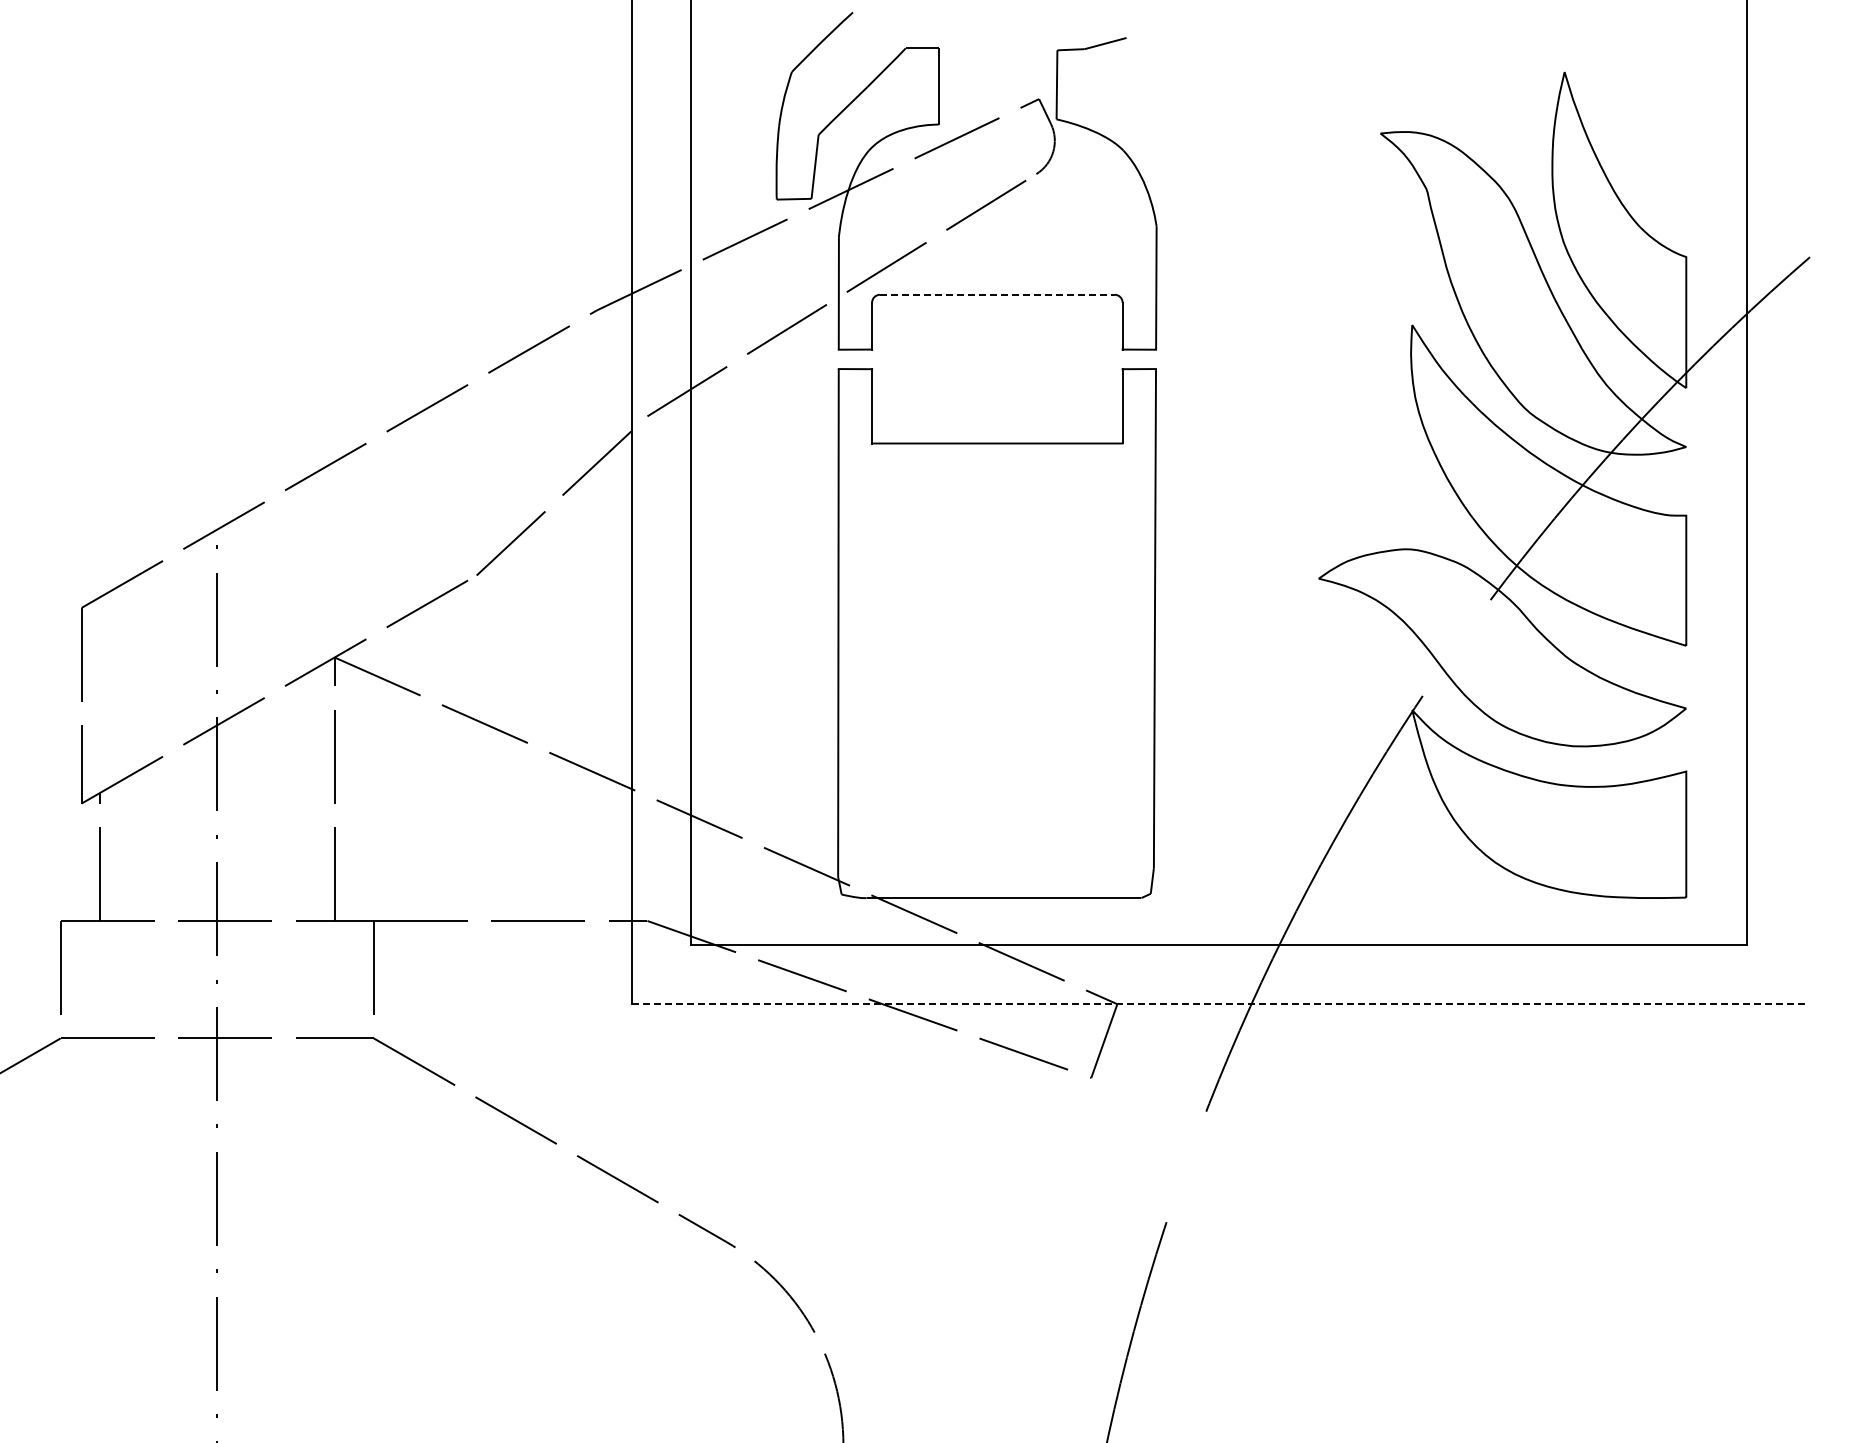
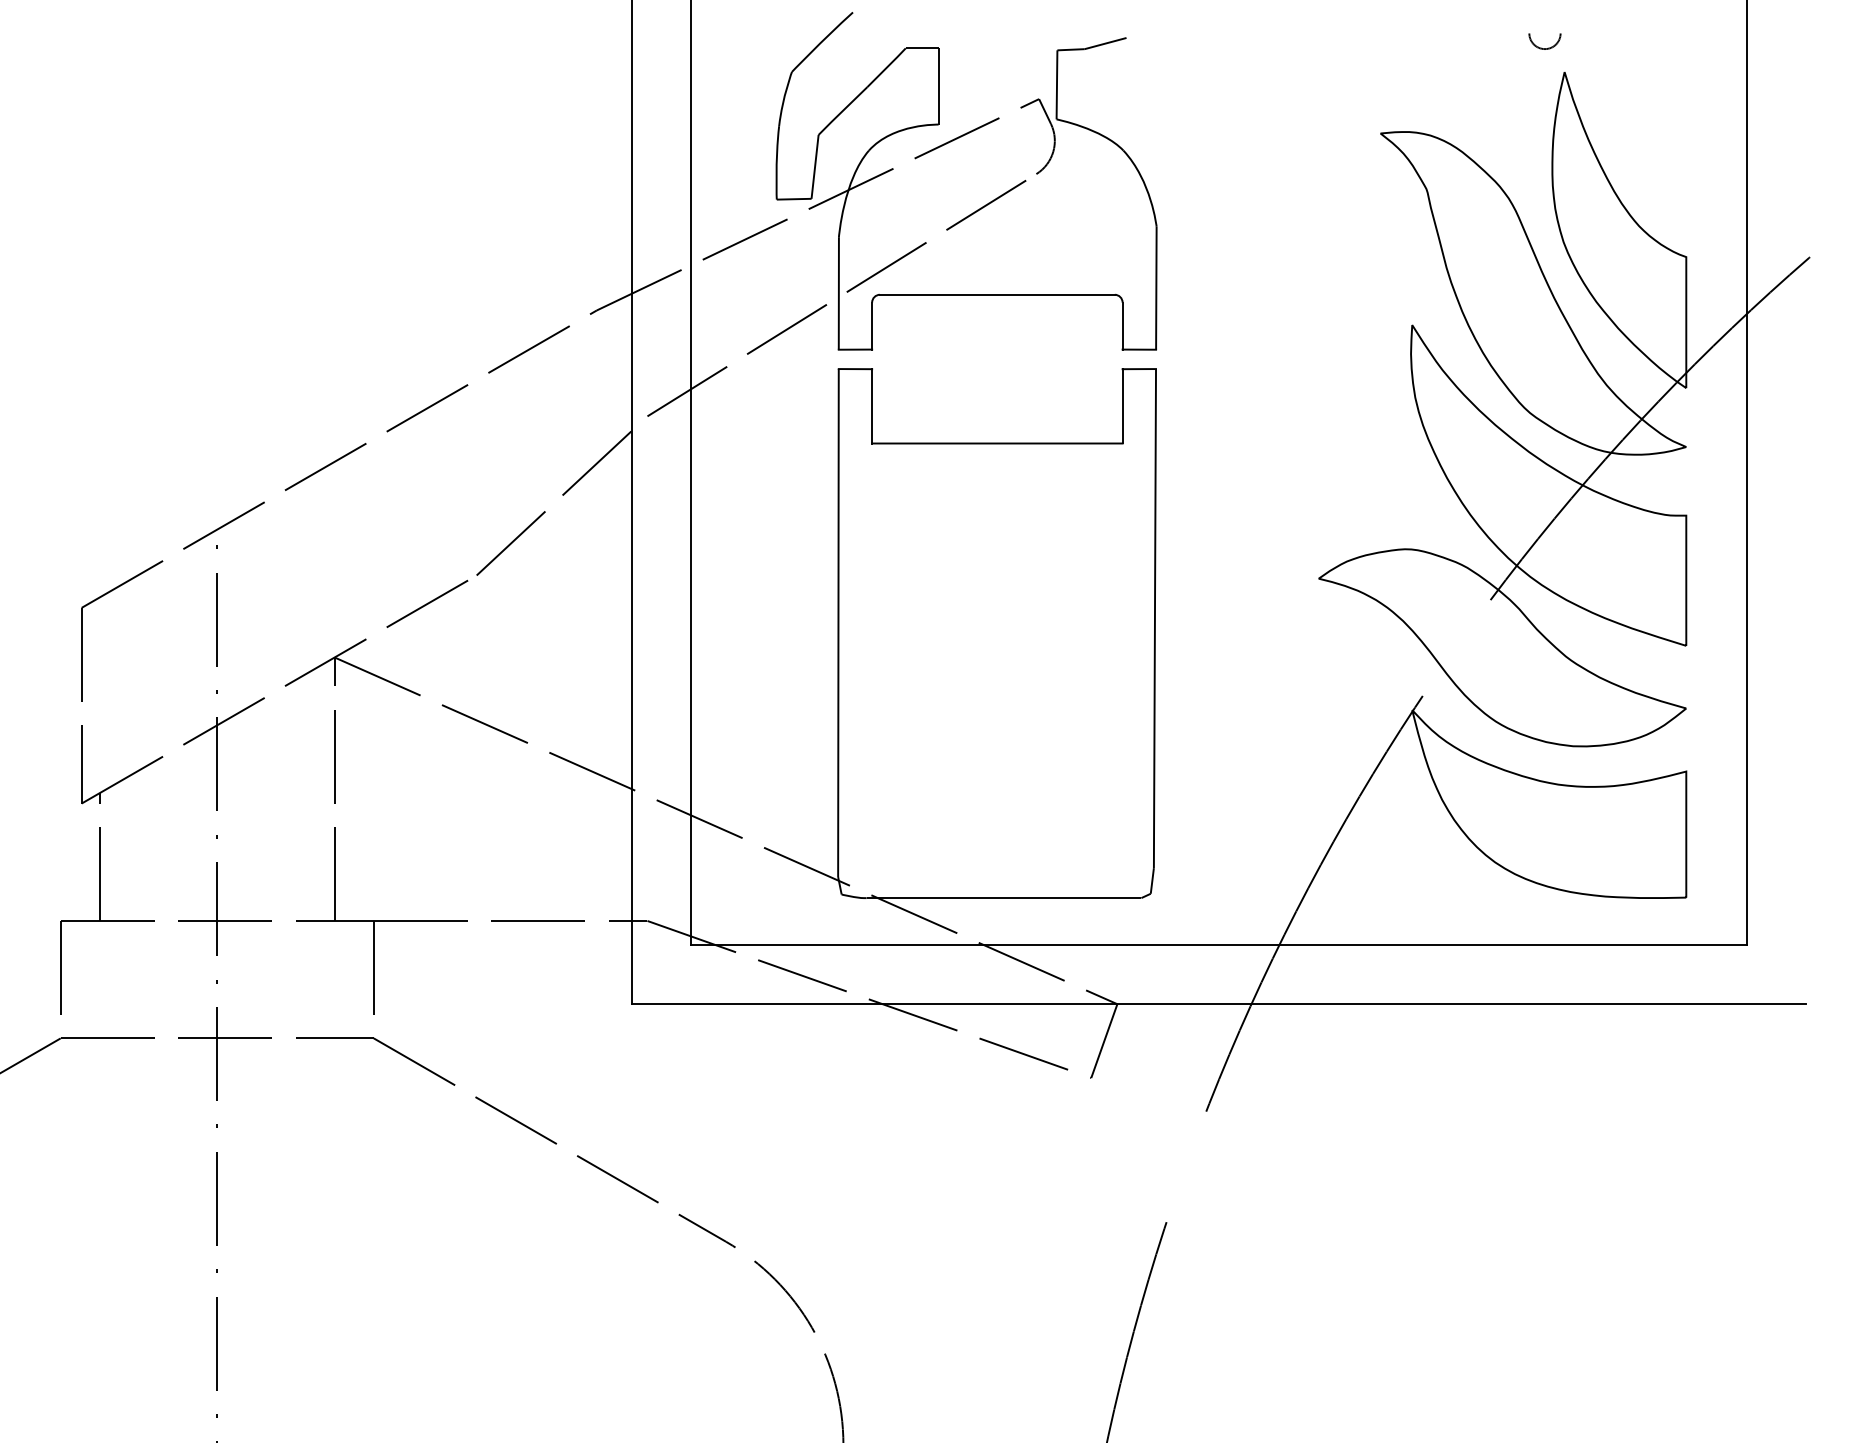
arc at (1541, 47): none -> present
line at (997, 294): dashed -> solid
line at (1219, 1004): dashed -> solid
